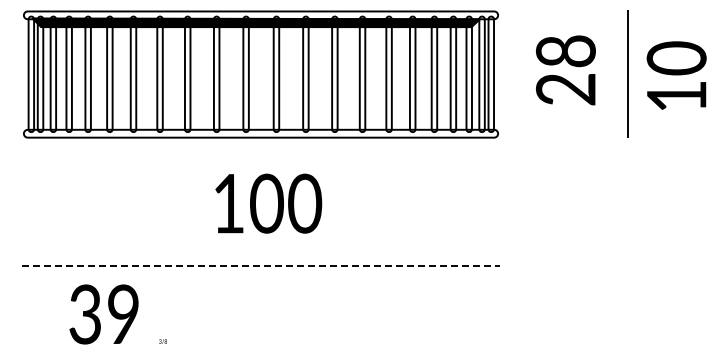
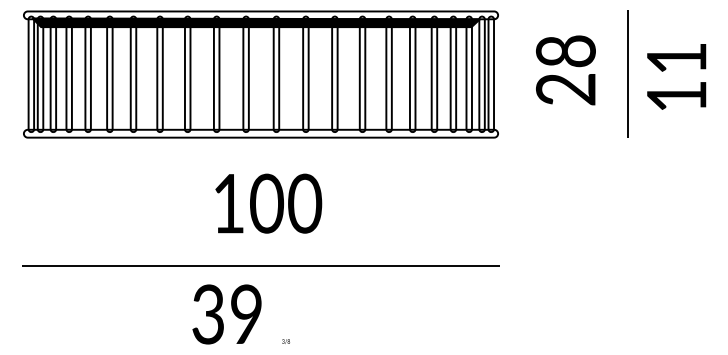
text at (676, 58): 10 -> 11
line at (261, 265): dashed -> solid
text at (117, 314) position: (117, 314) -> (240, 314)
